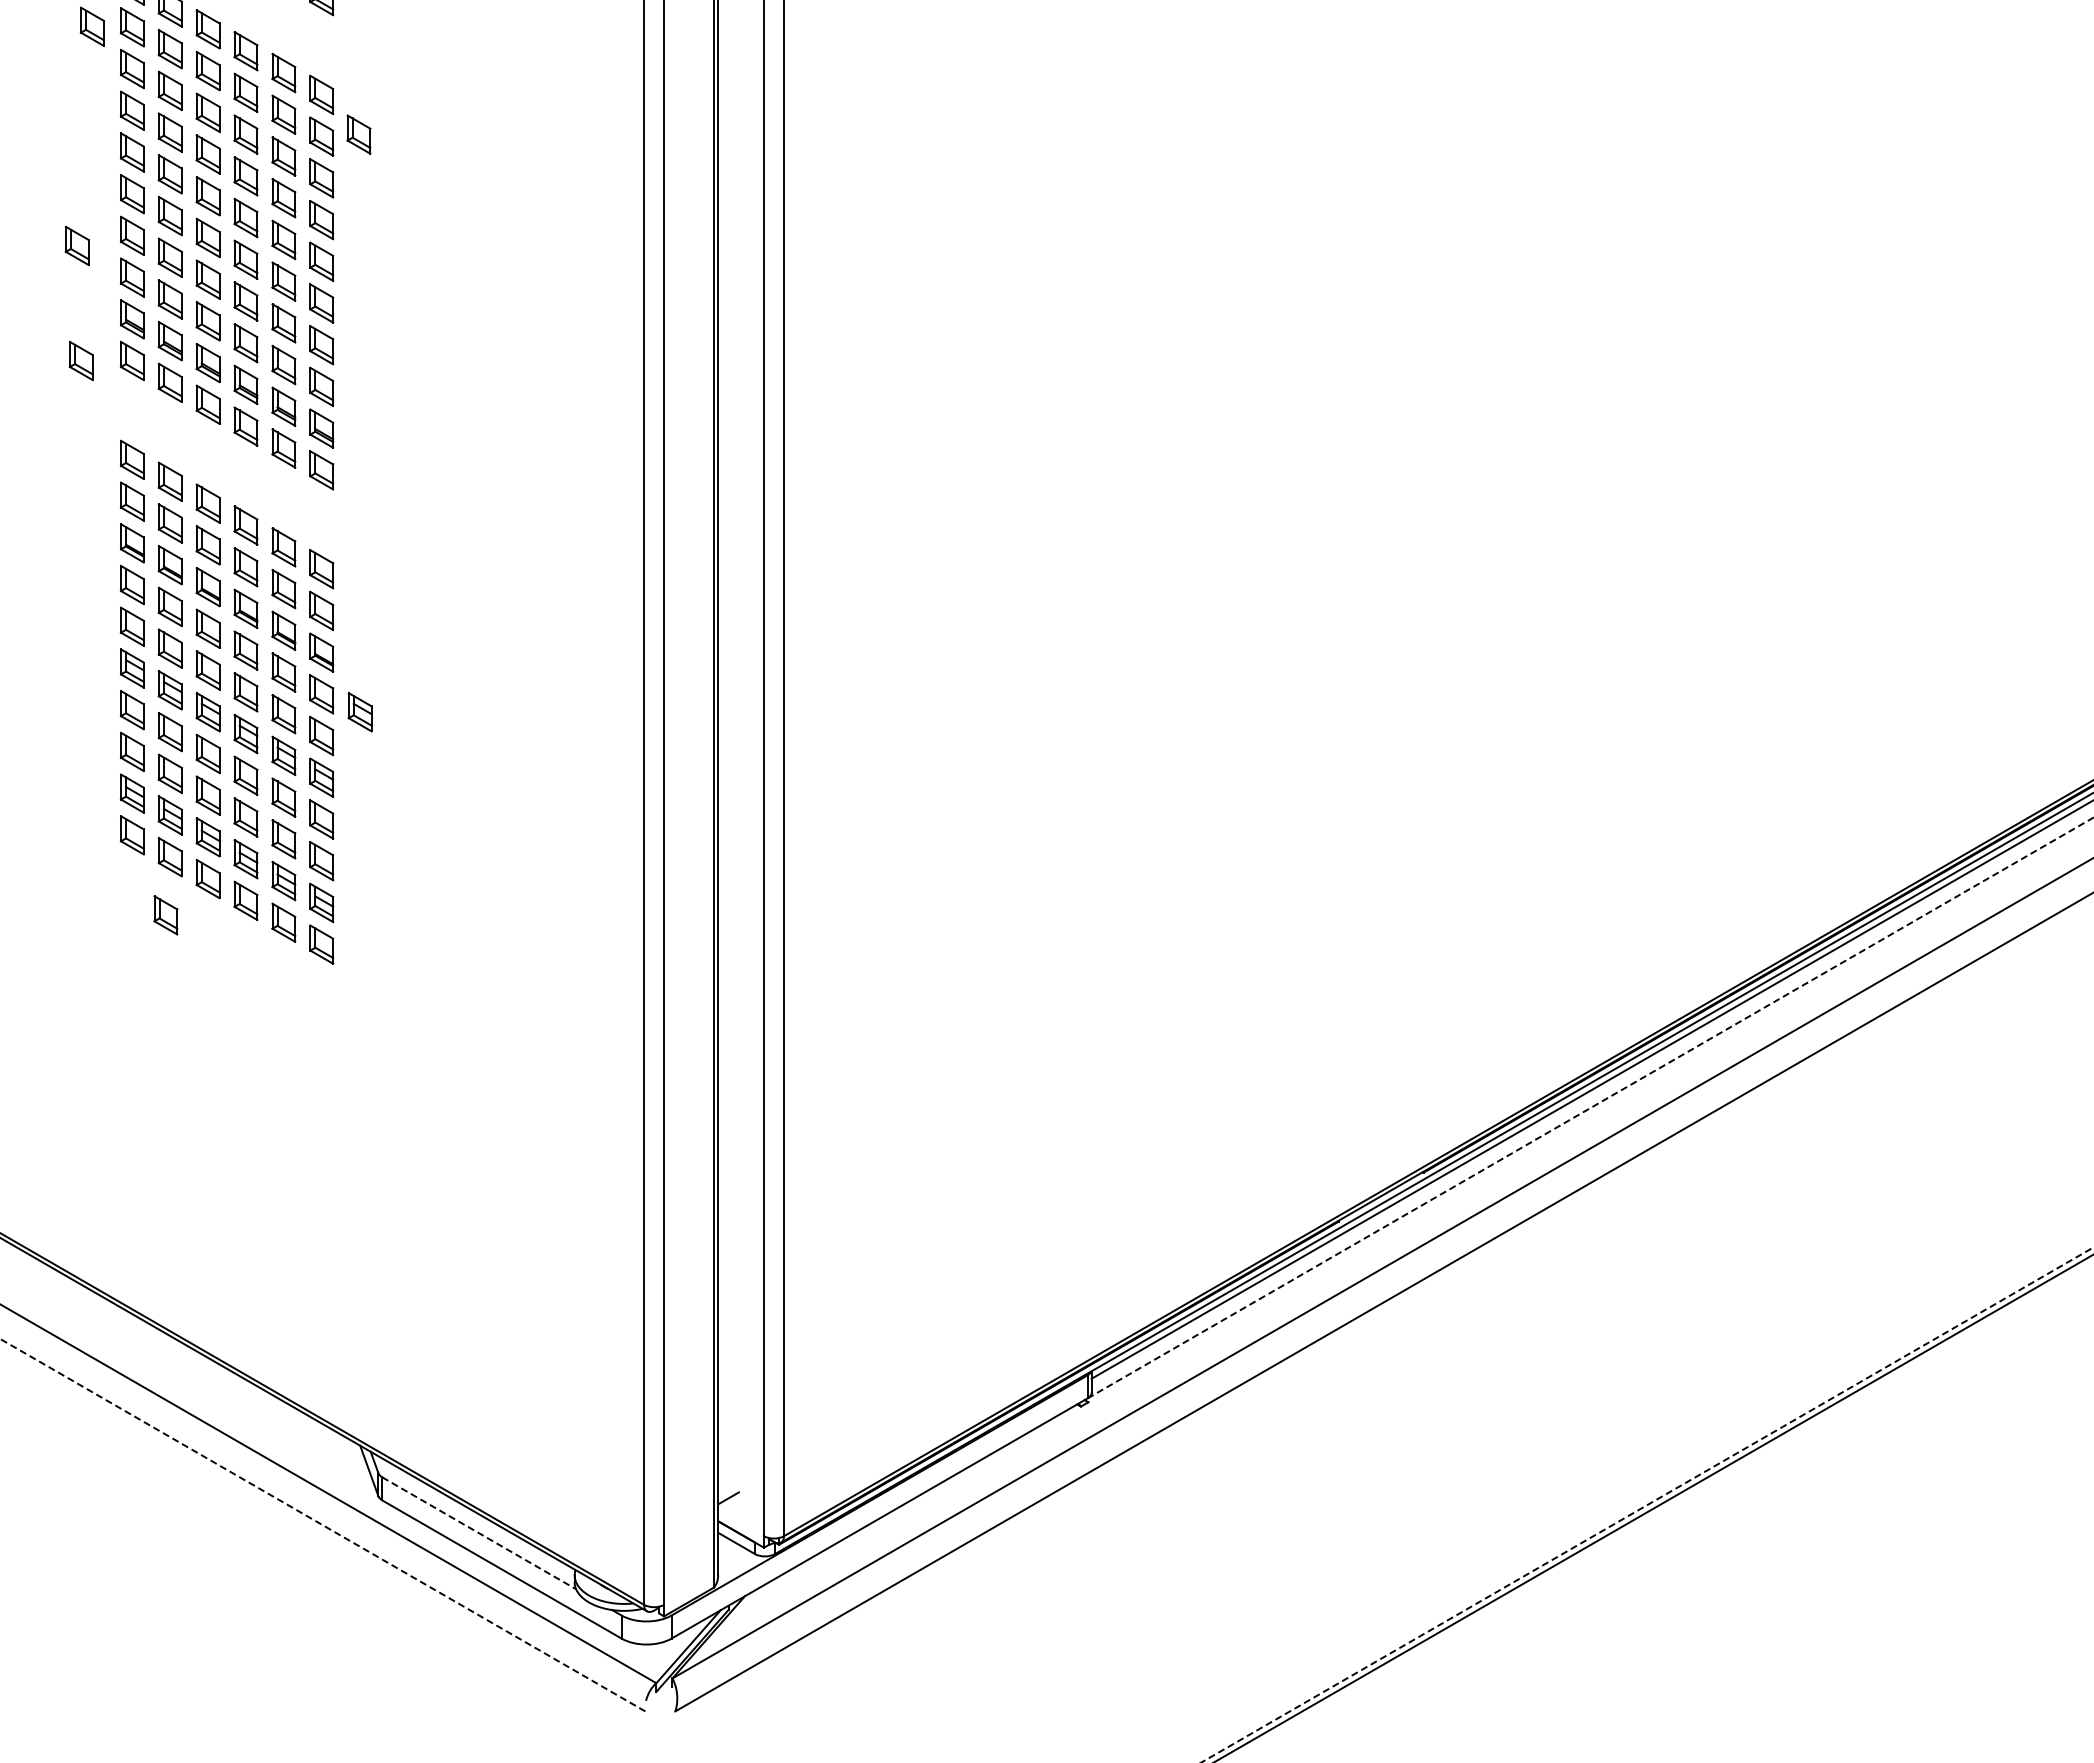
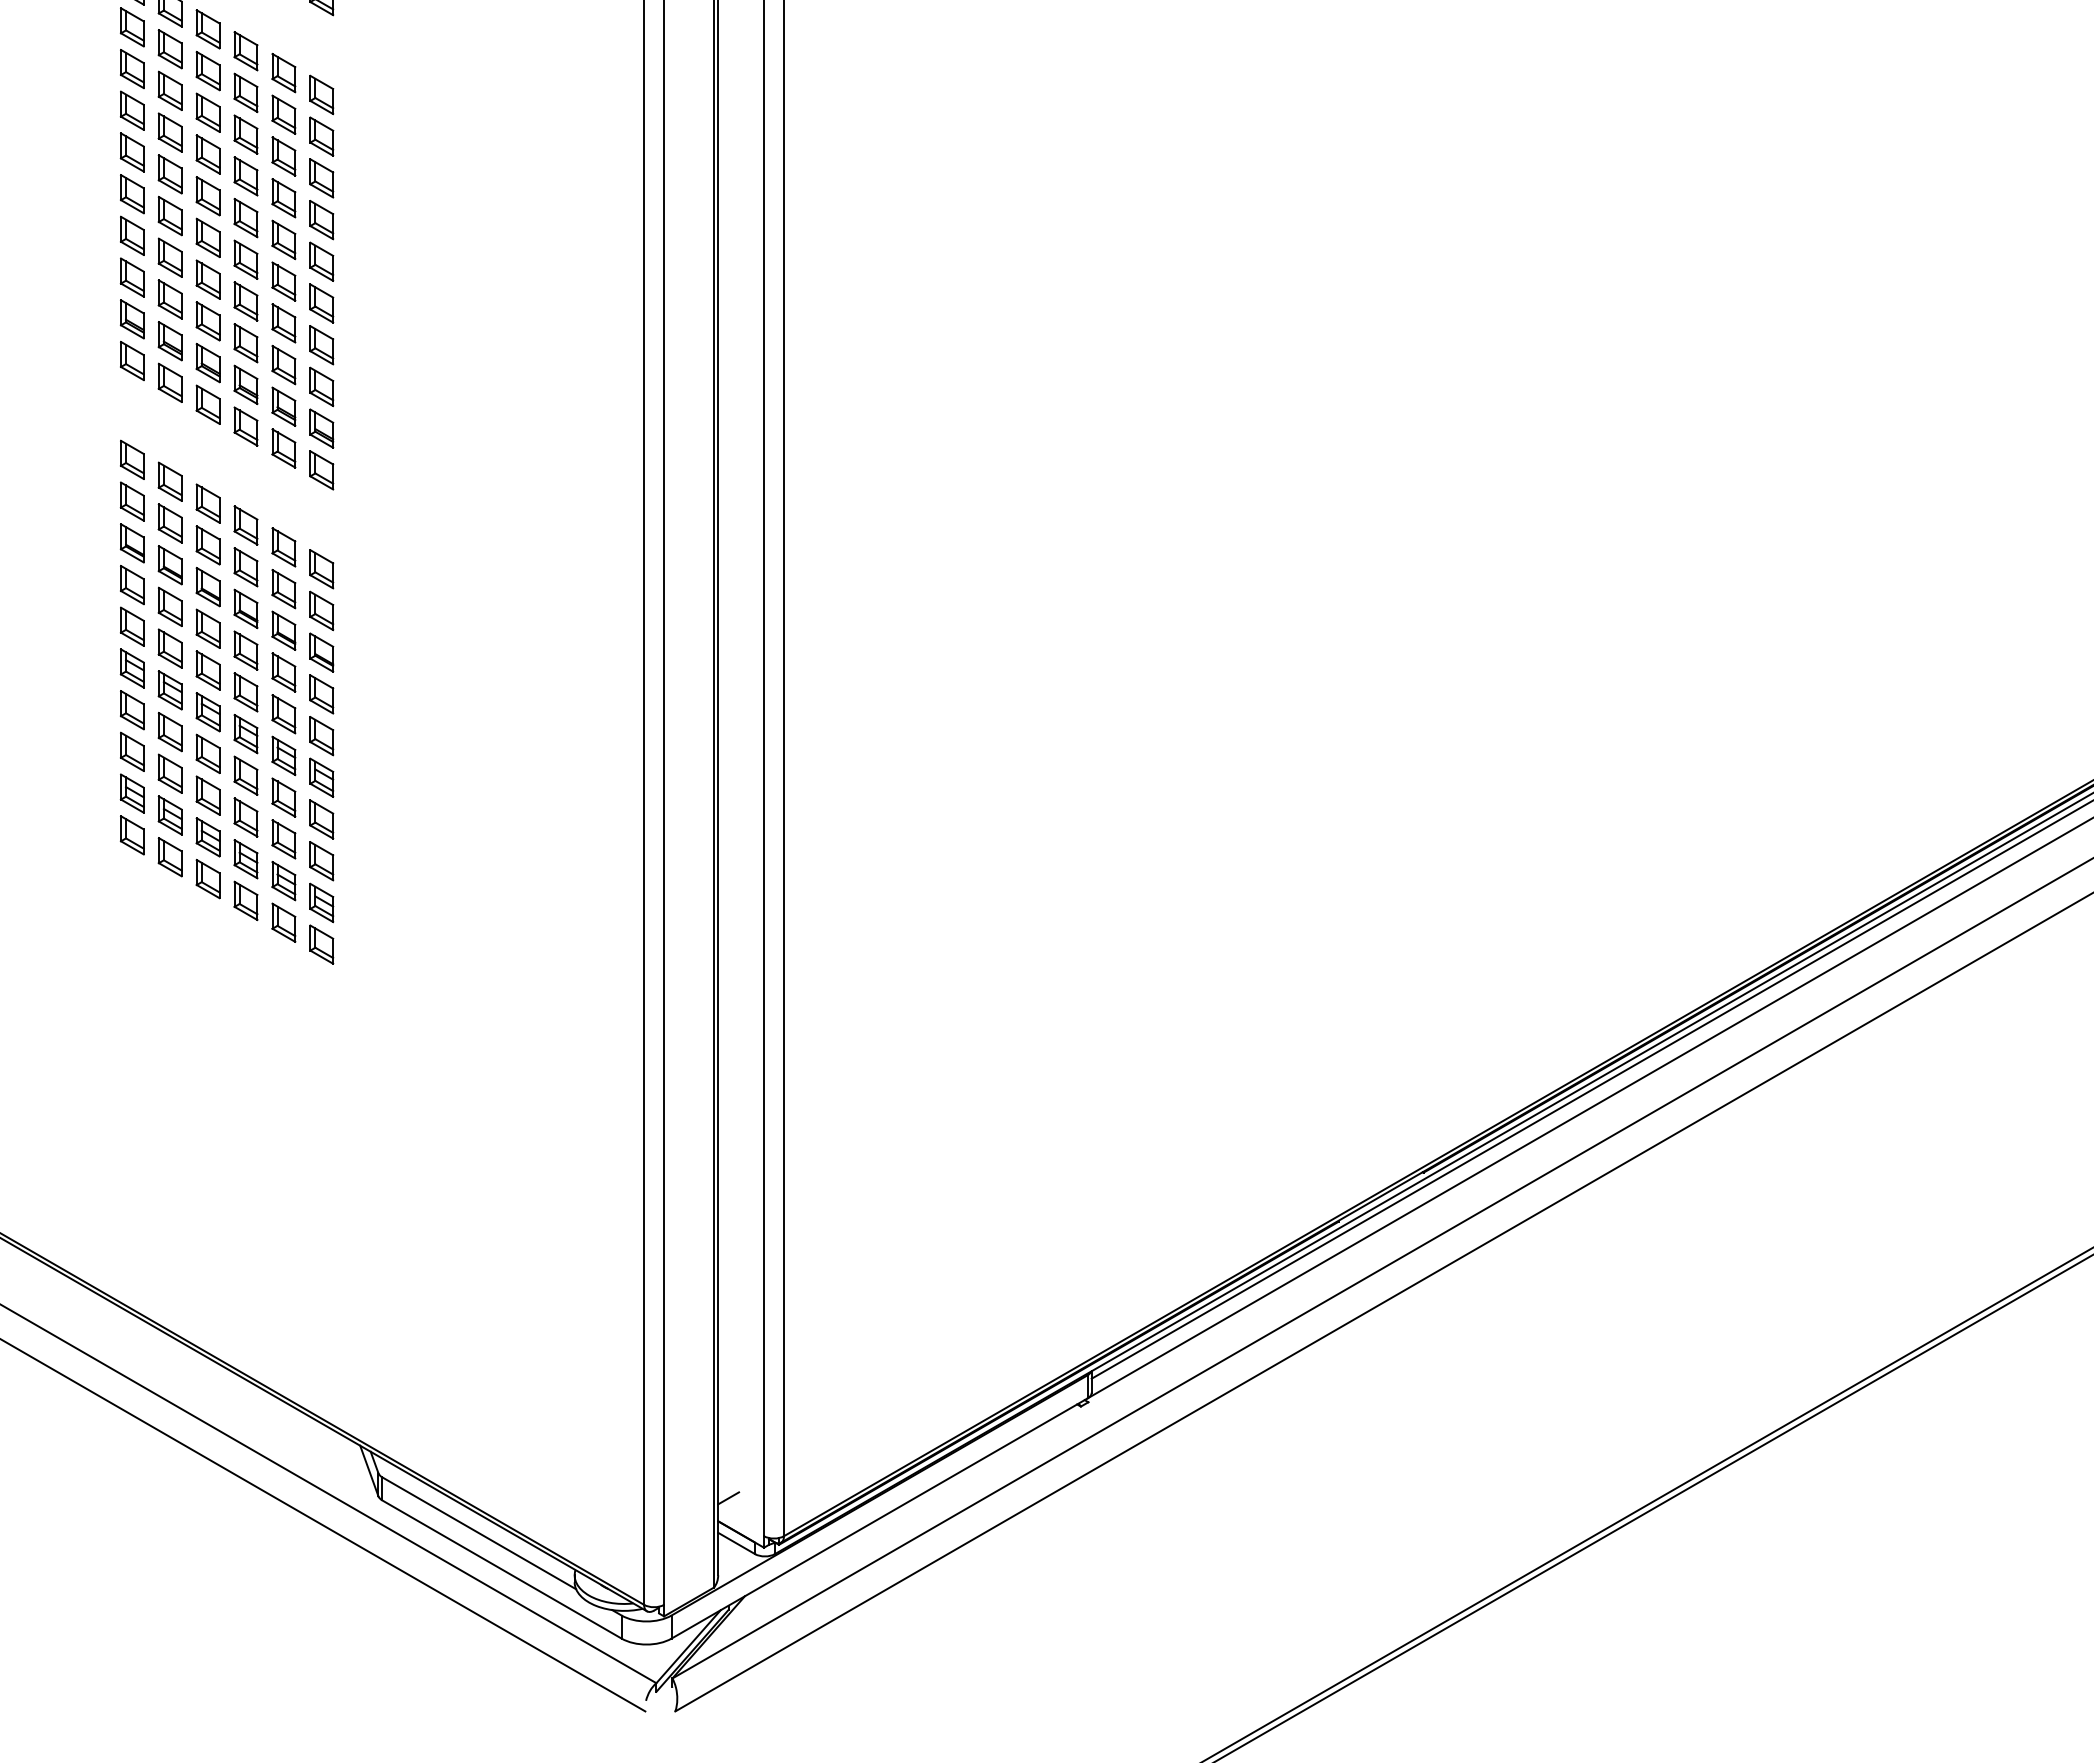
part at (91, 26): present -> none
part at (358, 134): present -> none
part at (76, 245): present -> none
part at (81, 360): present -> none
part at (359, 712): present -> none
part at (165, 915): present -> none
line at (1590, 1108): dashed -> solid
line at (1647, 1504): dashed -> solid
line at (322, 1524): dashed -> solid
line at (479, 1533): dashed -> solid
